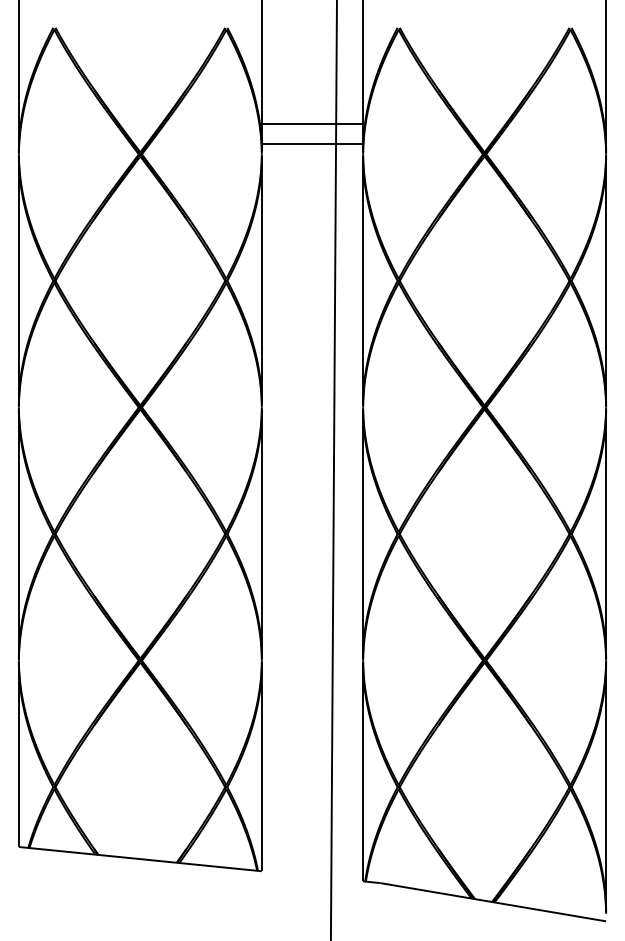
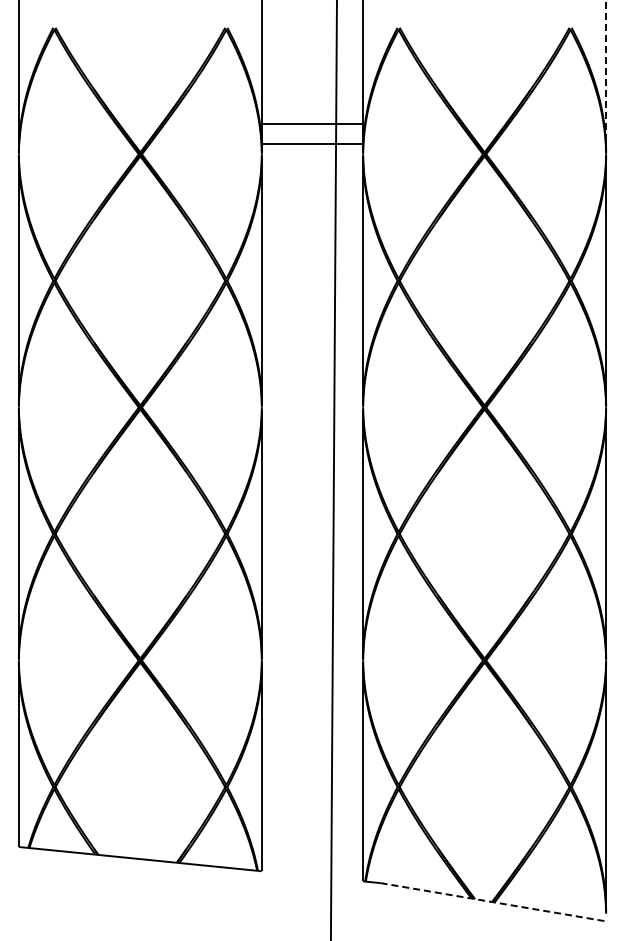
line at (606, 76): solid -> dashed
line at (493, 902): solid -> dashed
